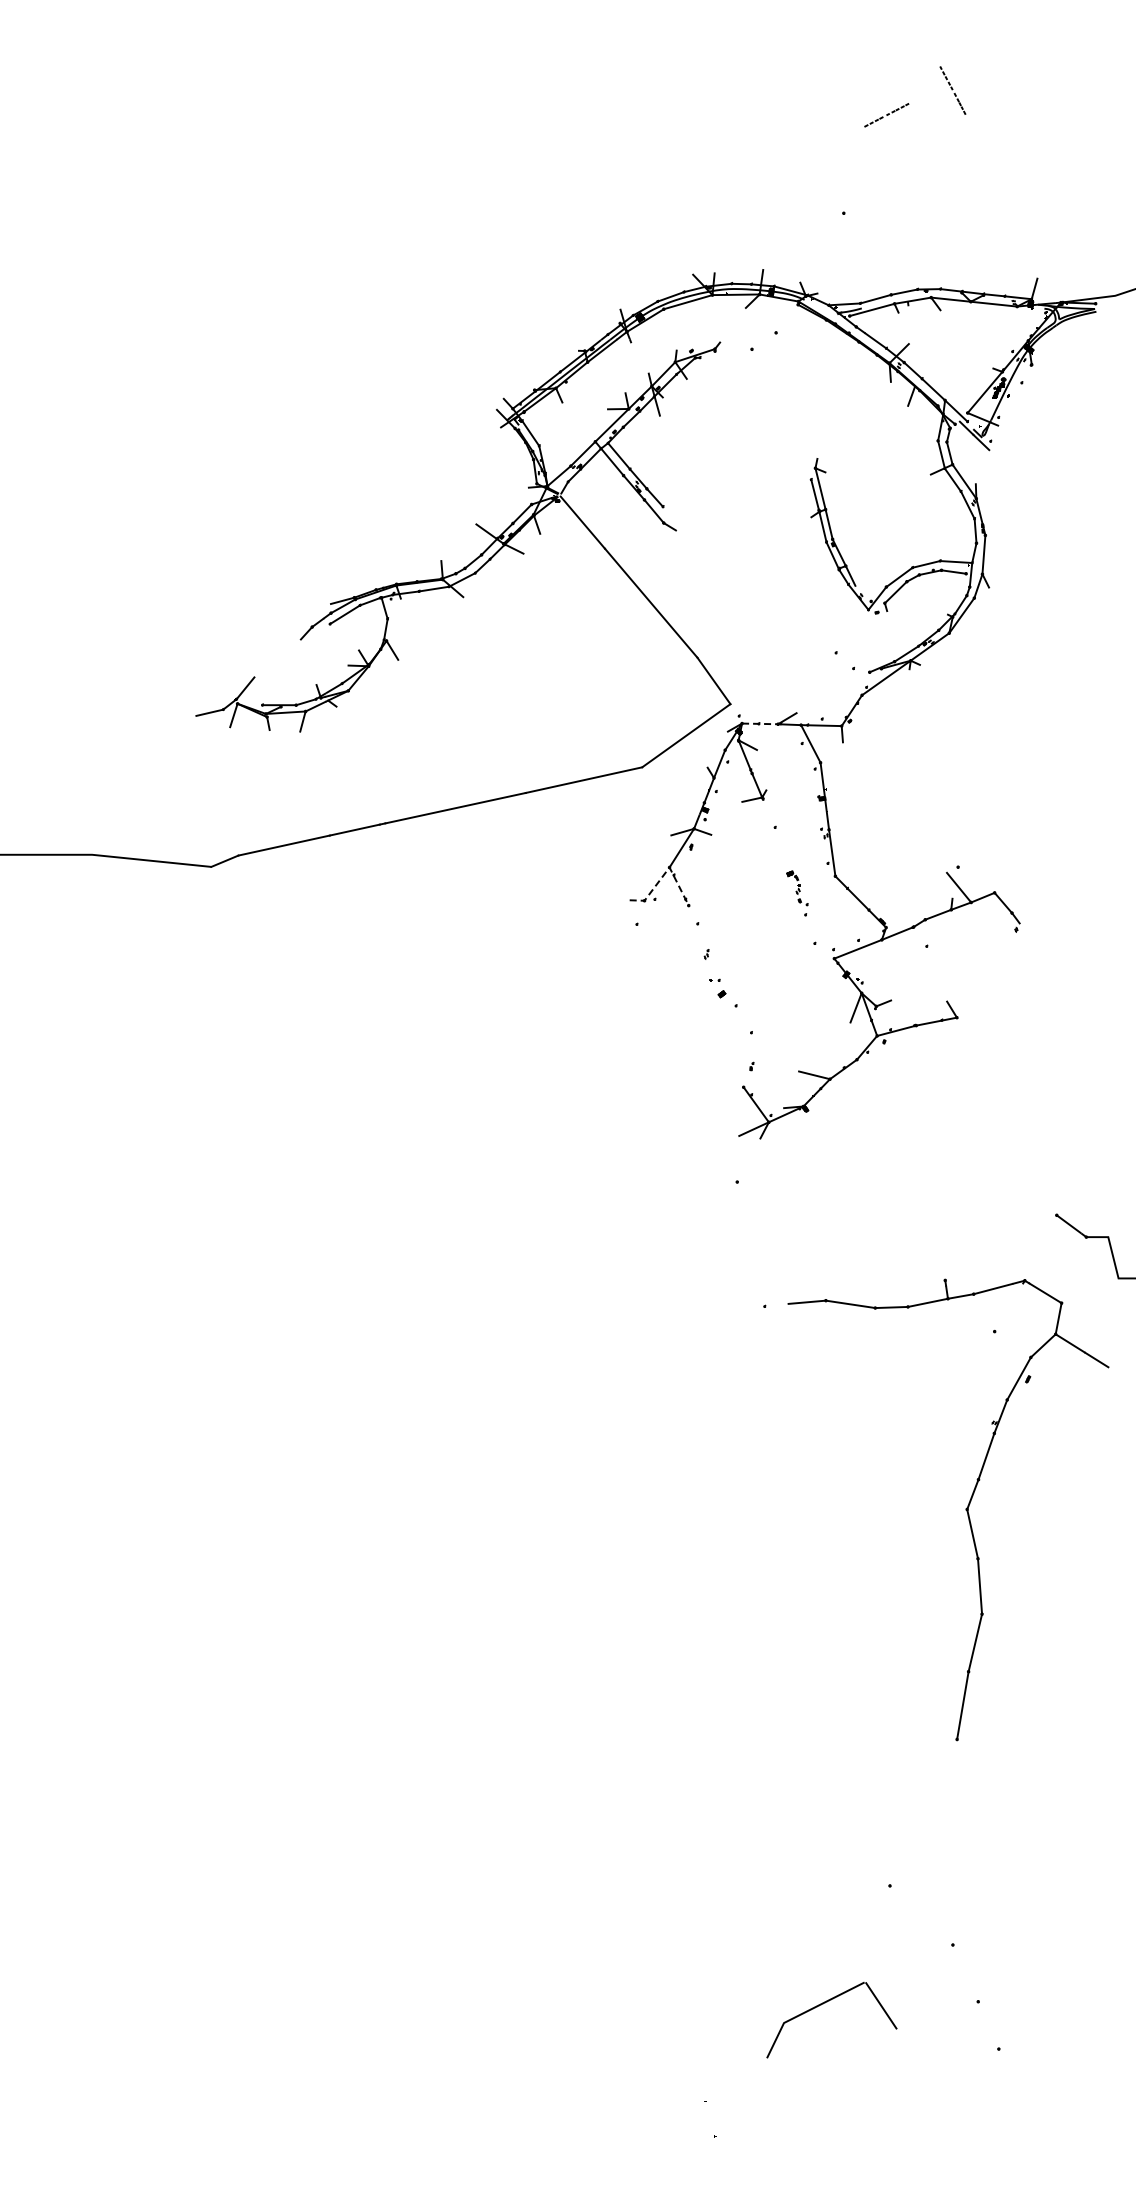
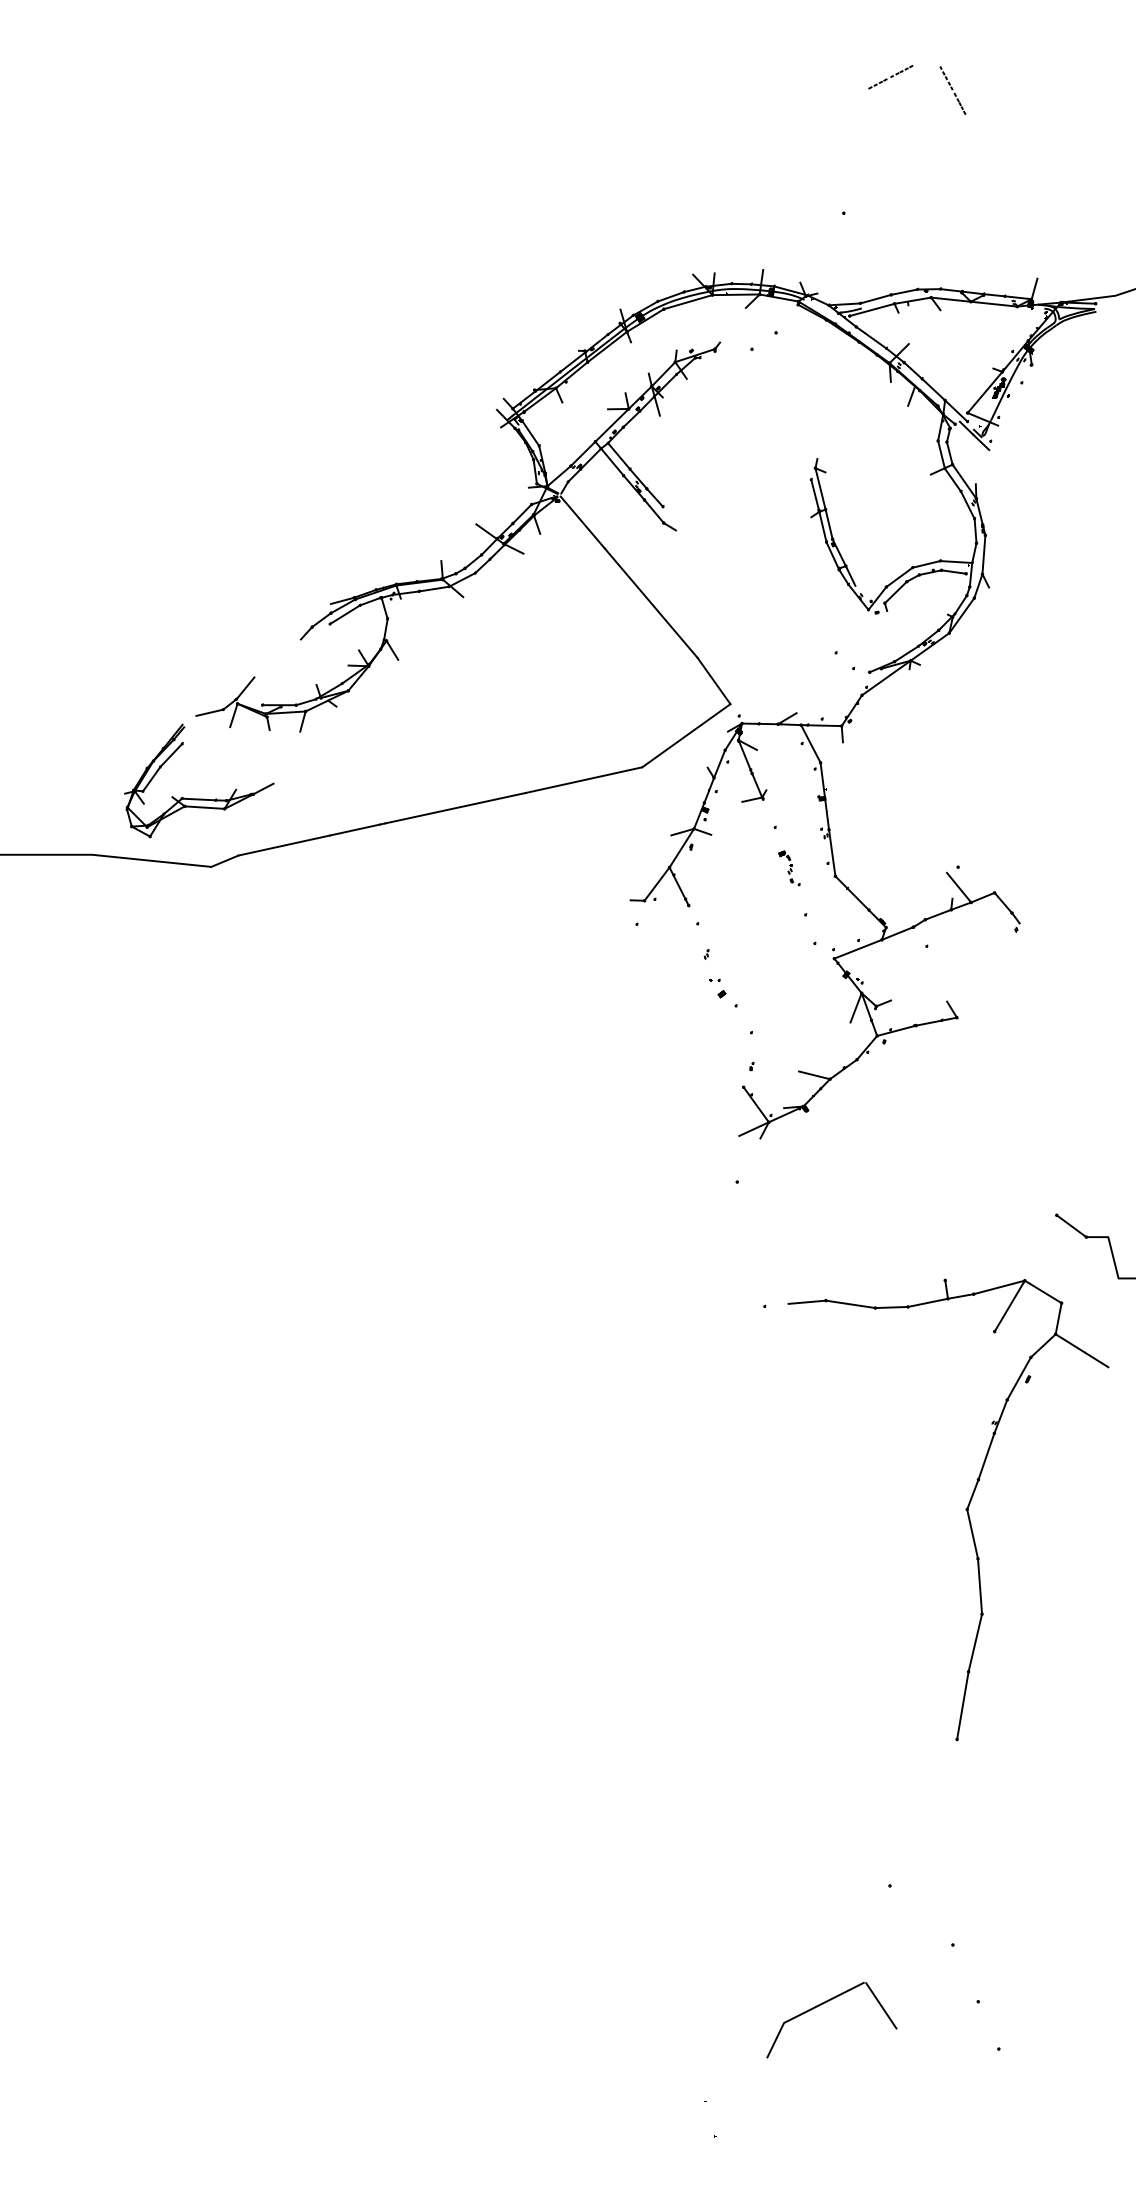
part at (886, 115) position: (886, 115) -> (890, 77)
line at (760, 723): dashed -> solid
part at (199, 798): none -> present
line at (665, 873): dashed -> solid
part at (797, 888) position: (797, 888) -> (789, 868)
line at (1008, 1307): none -> present
